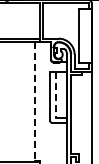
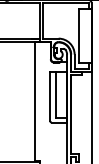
line at (56, 95): dashed -> solid
line at (35, 101): dashed -> solid
